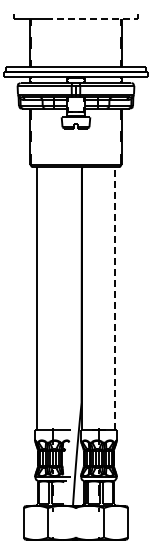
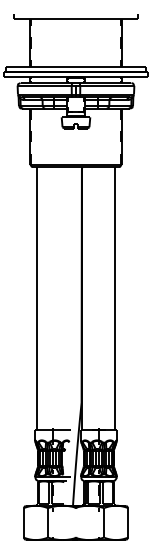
line at (92, 18): dashed -> solid
line at (115, 298): dashed -> solid
